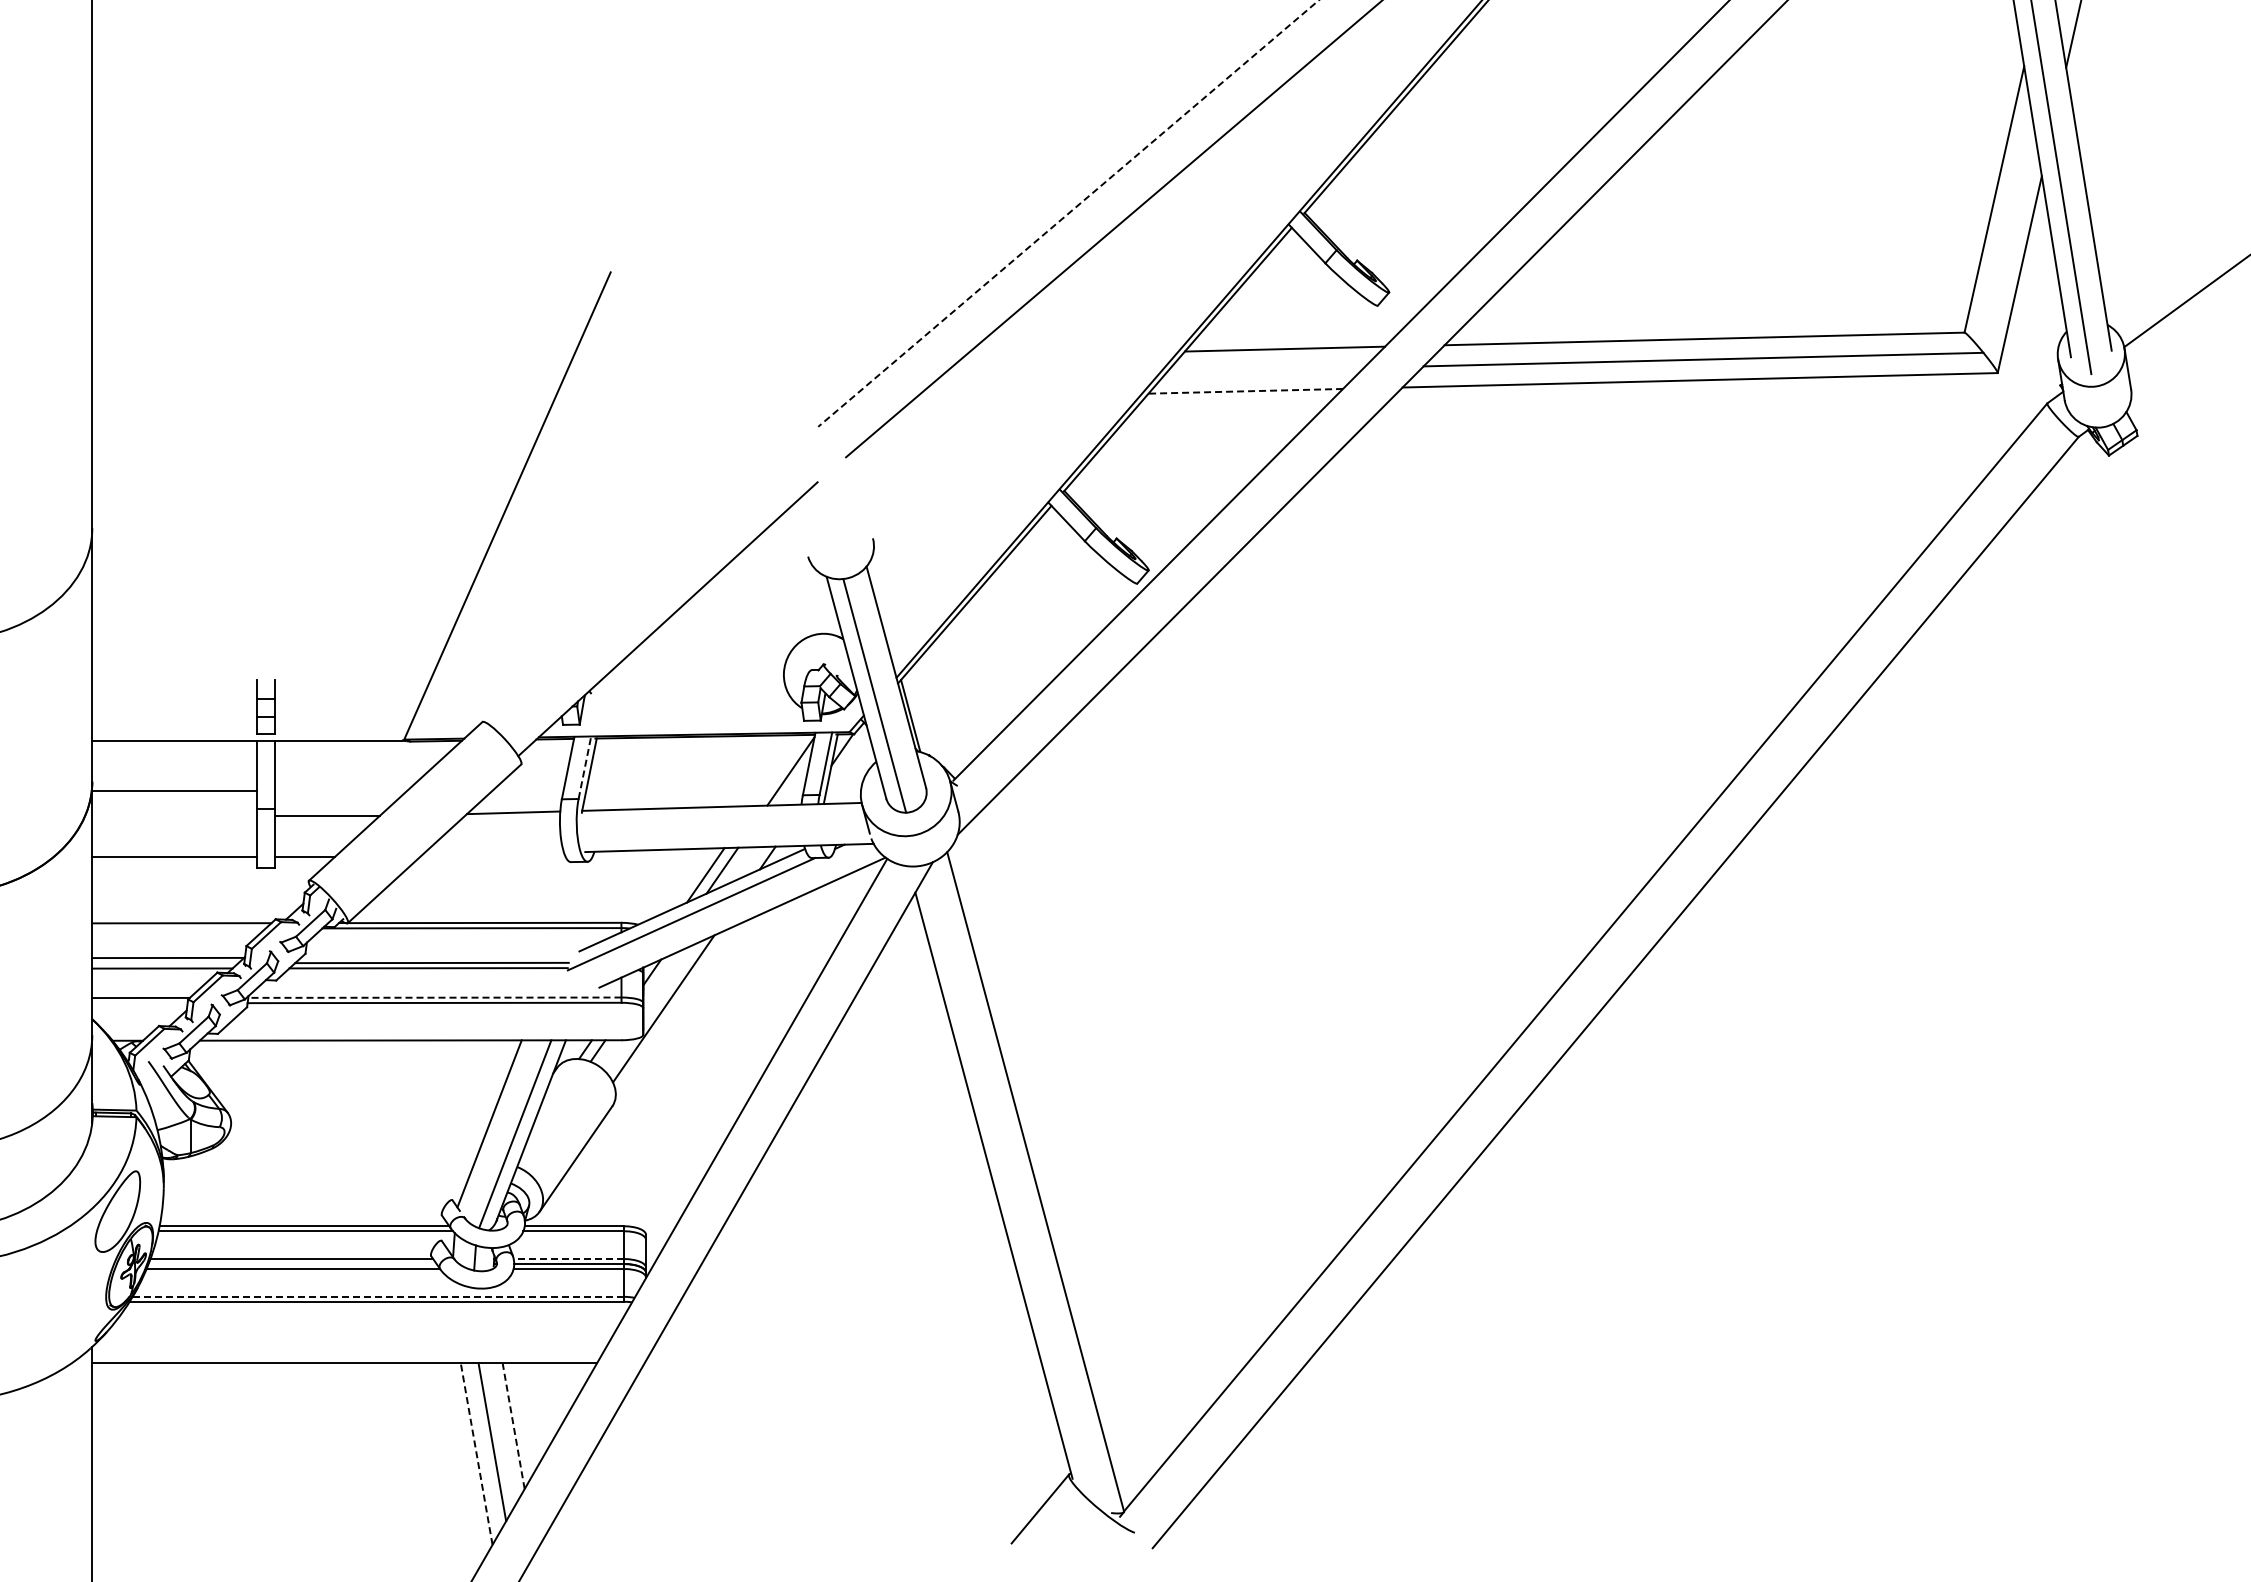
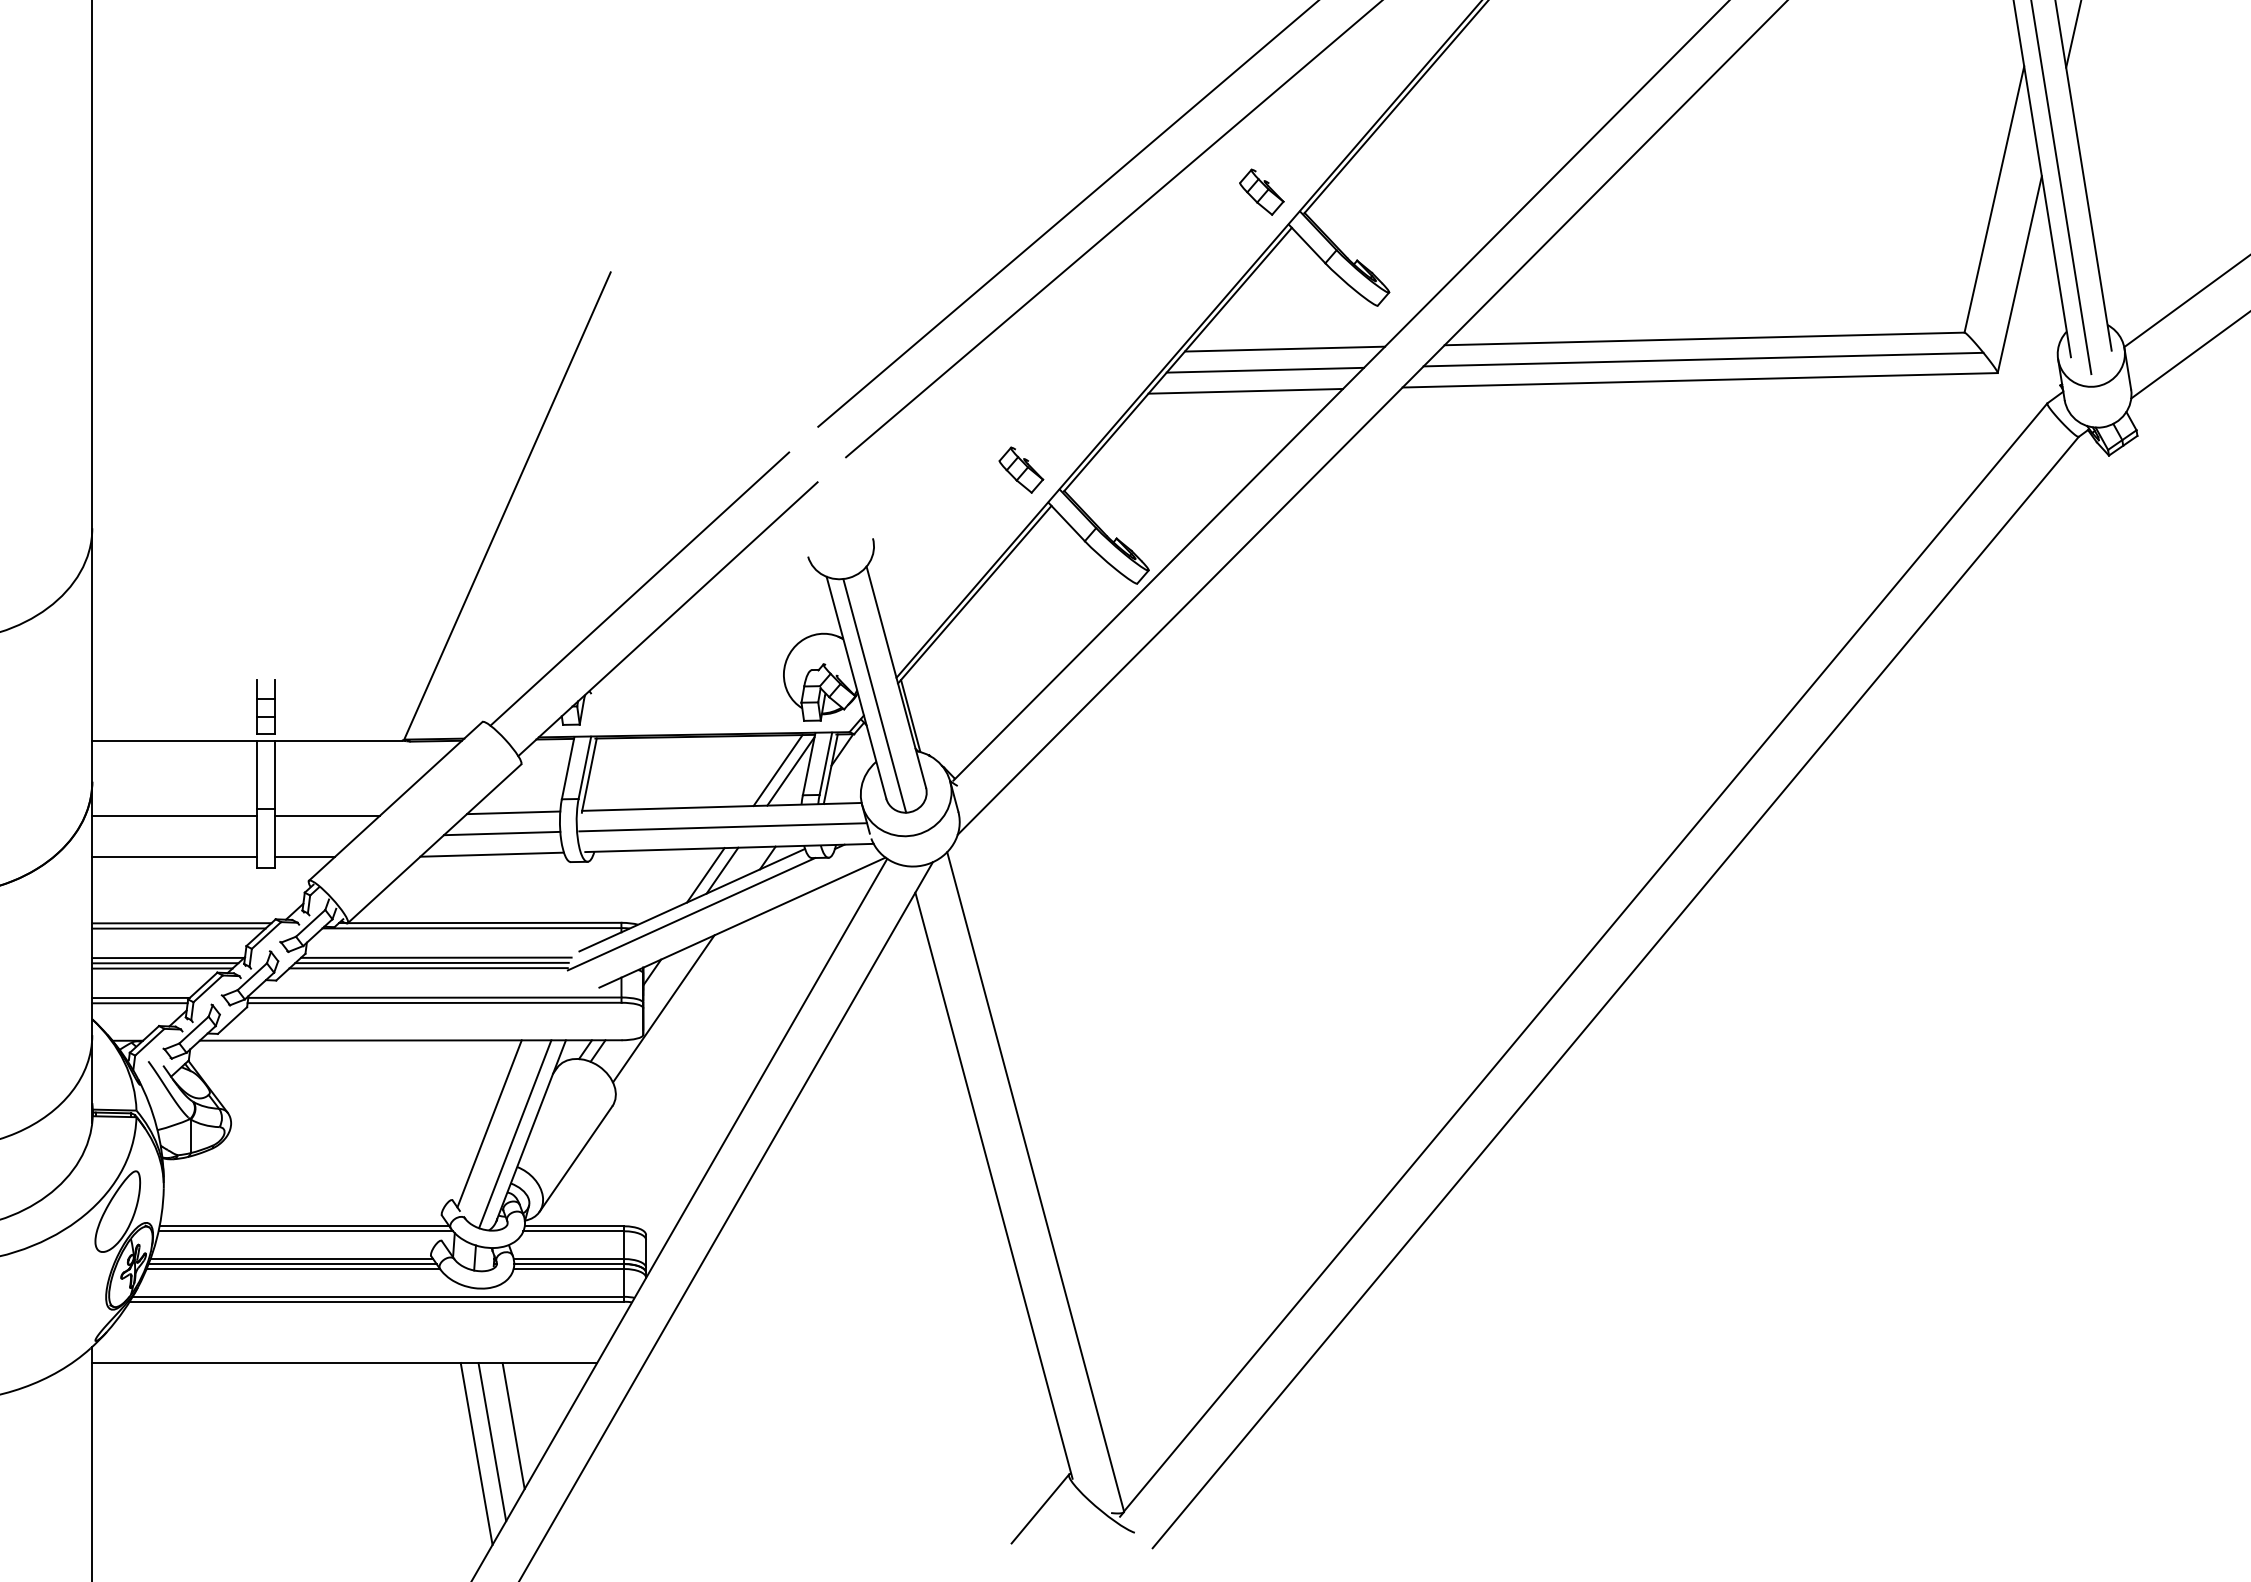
part at (1261, 191): none -> present
line at (1068, 213): dashed -> solid
line at (2189, 355): none -> present
line at (1265, 369): none -> present
line at (1245, 391): dashed -> solid
part at (1021, 469): none -> present
line at (639, 588): none -> present
line at (584, 767): dashed -> solid
line at (777, 770): none -> present
line at (174, 791) position: (174, 791) -> (174, 816)
line at (723, 827): none -> present
line at (501, 833): none -> present
line at (491, 854): none -> present
line at (178, 928): none -> present
line at (436, 957): none -> present
line at (165, 963): none -> present
line at (434, 997): dashed -> solid
line at (139, 1003): none -> present
line at (568, 1259): dashed -> solid
line at (292, 1264): none -> present
line at (378, 1296): dashed -> solid
line at (513, 1425): dashed -> solid
line at (476, 1453): dashed -> solid
